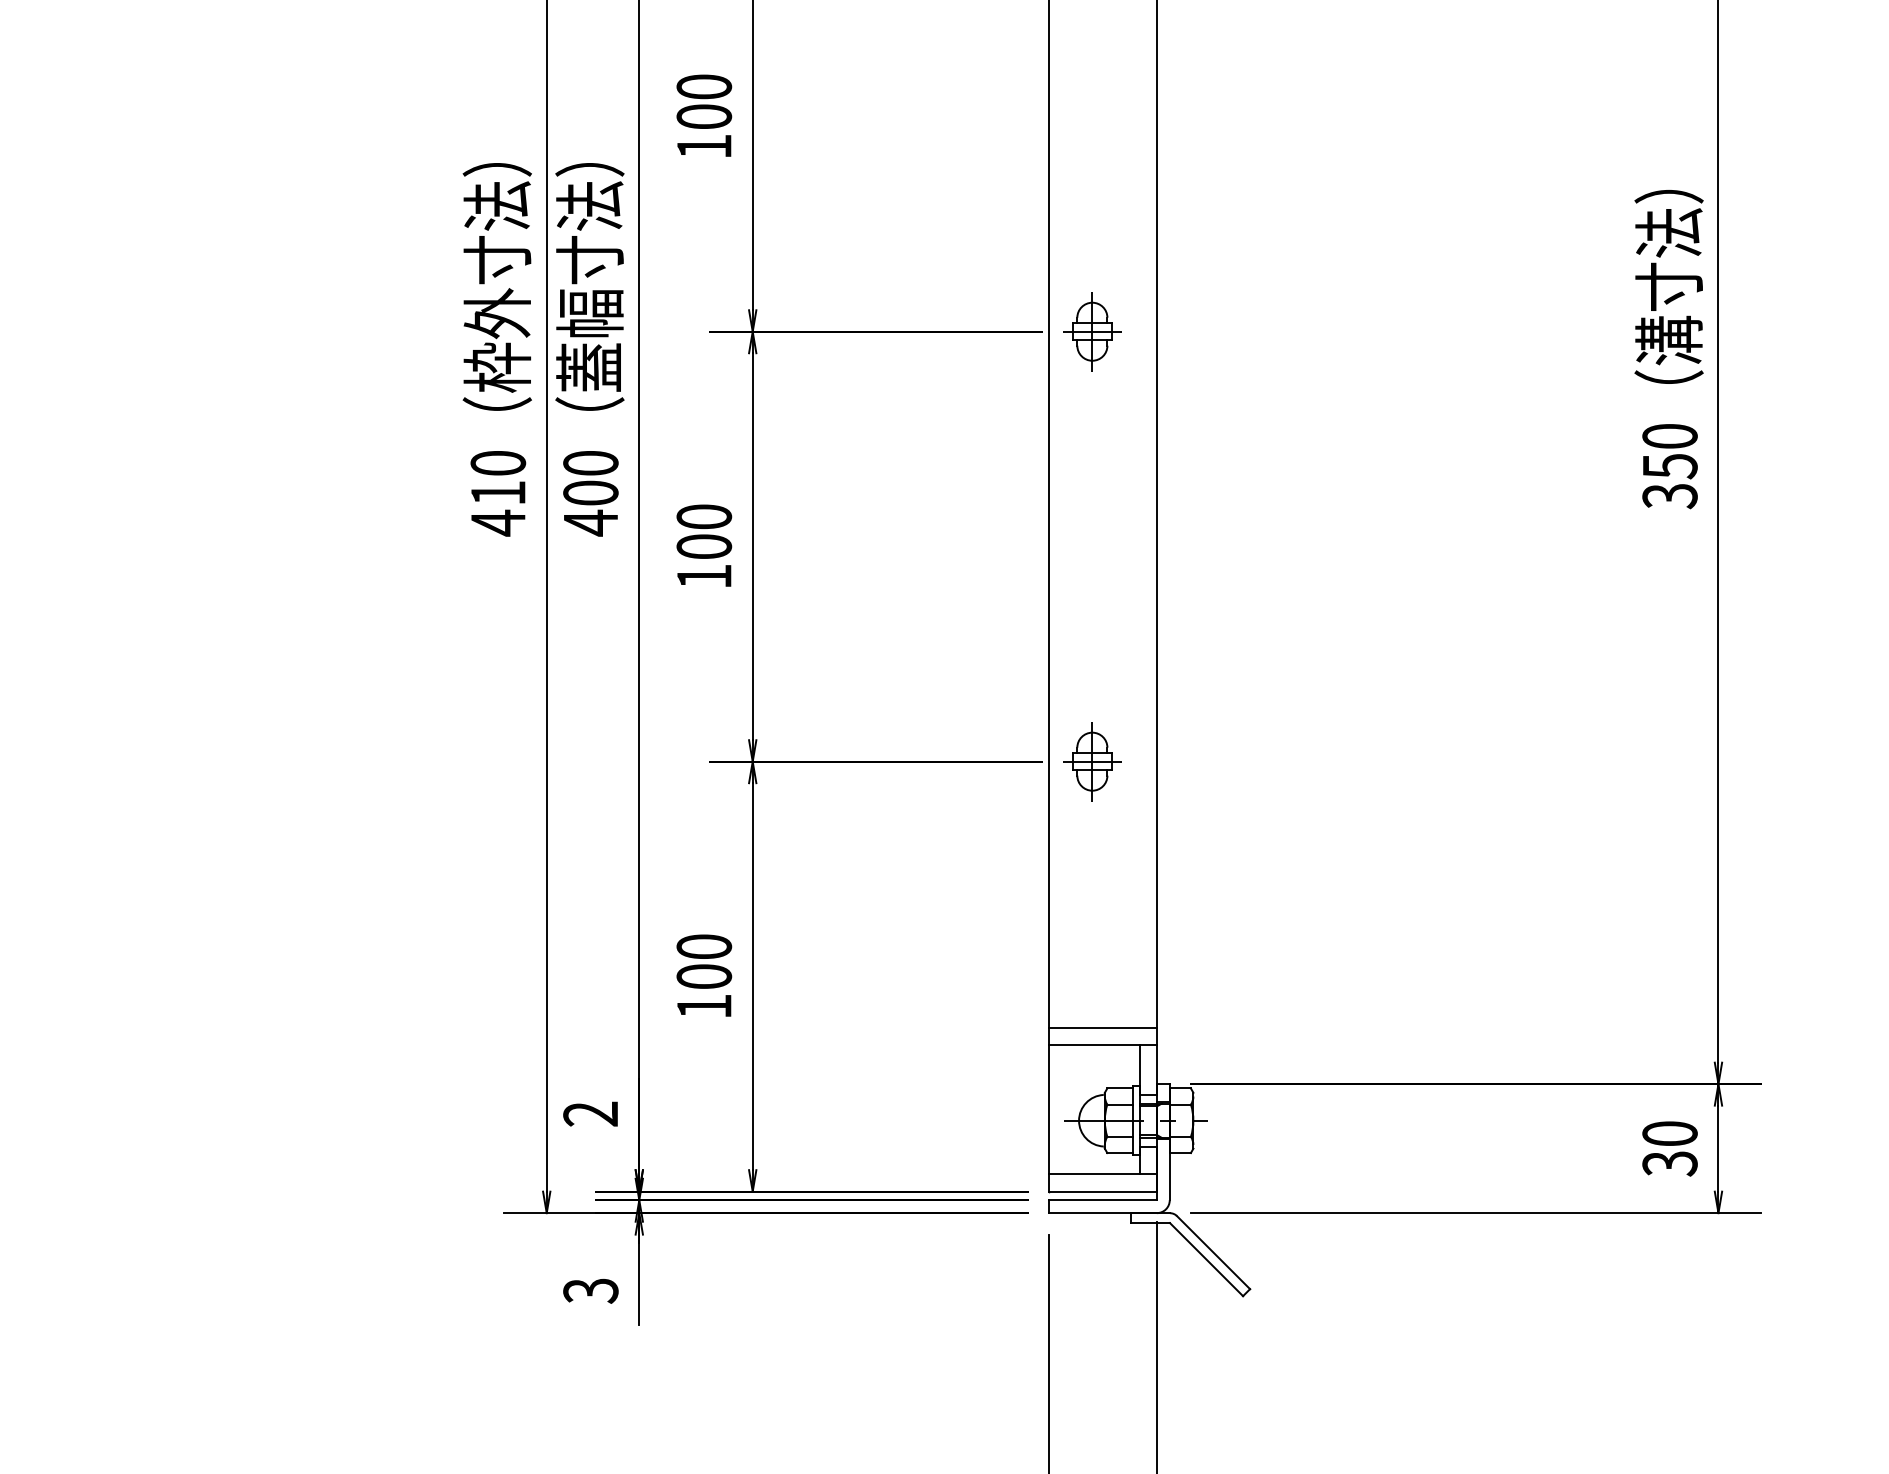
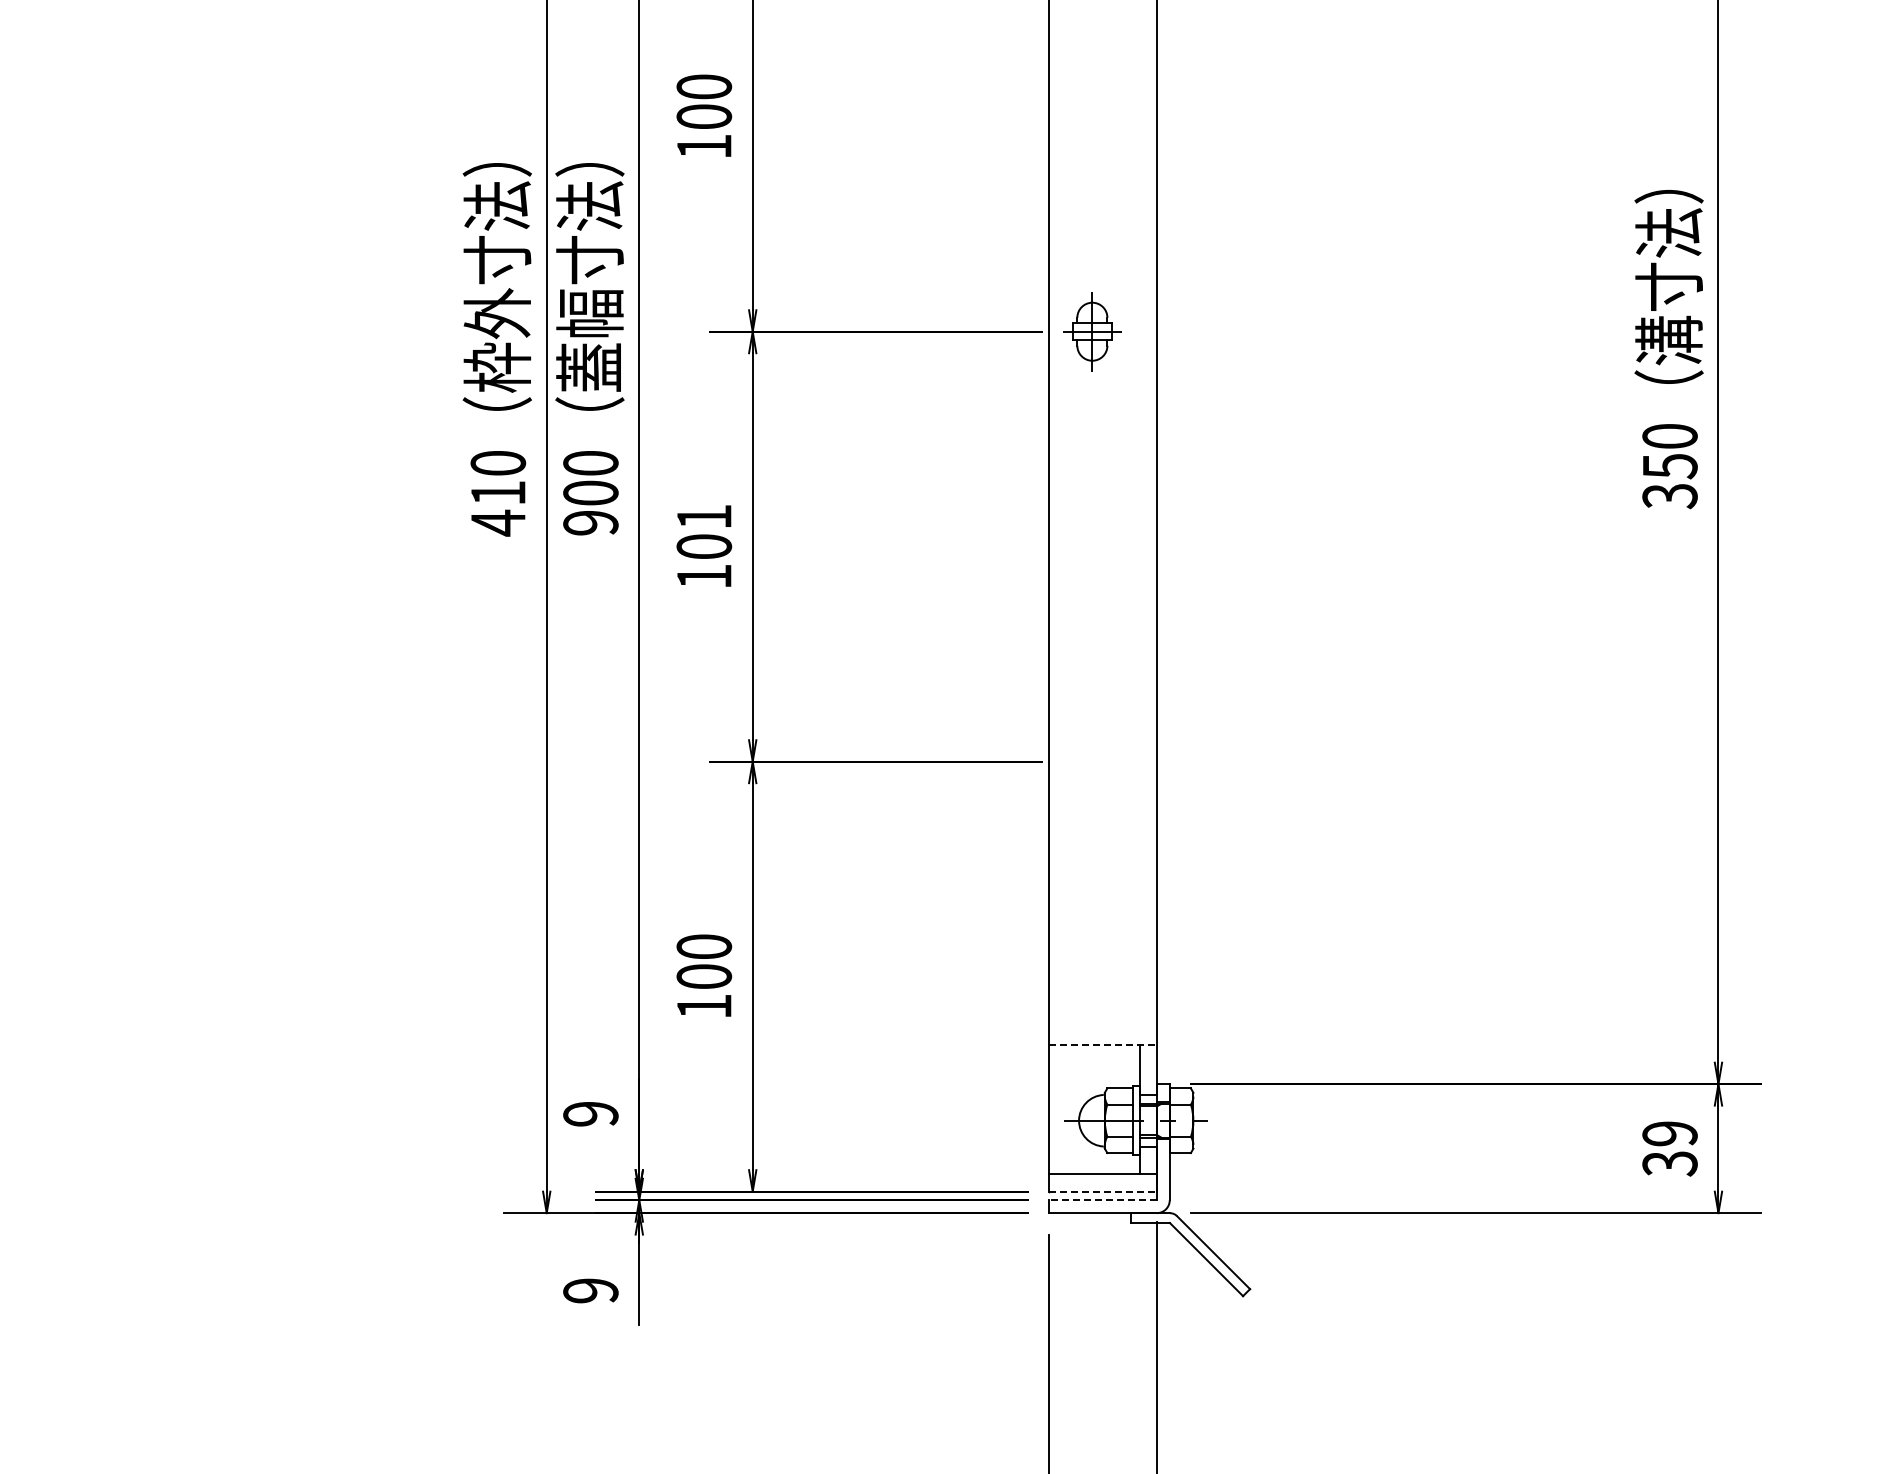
text at (704, 516): 100 -> 101
text at (590, 522): 400 -> 900
part at (1092, 761): present -> none
line at (1102, 1028): present -> none
line at (1103, 1045): solid -> dashed
text at (590, 1113): 2 -> 9
text at (1669, 1133): 30 -> 39
line at (1103, 1191): solid -> dashed
line at (1103, 1200): solid -> dashed
text at (590, 1290): 3 -> 9
